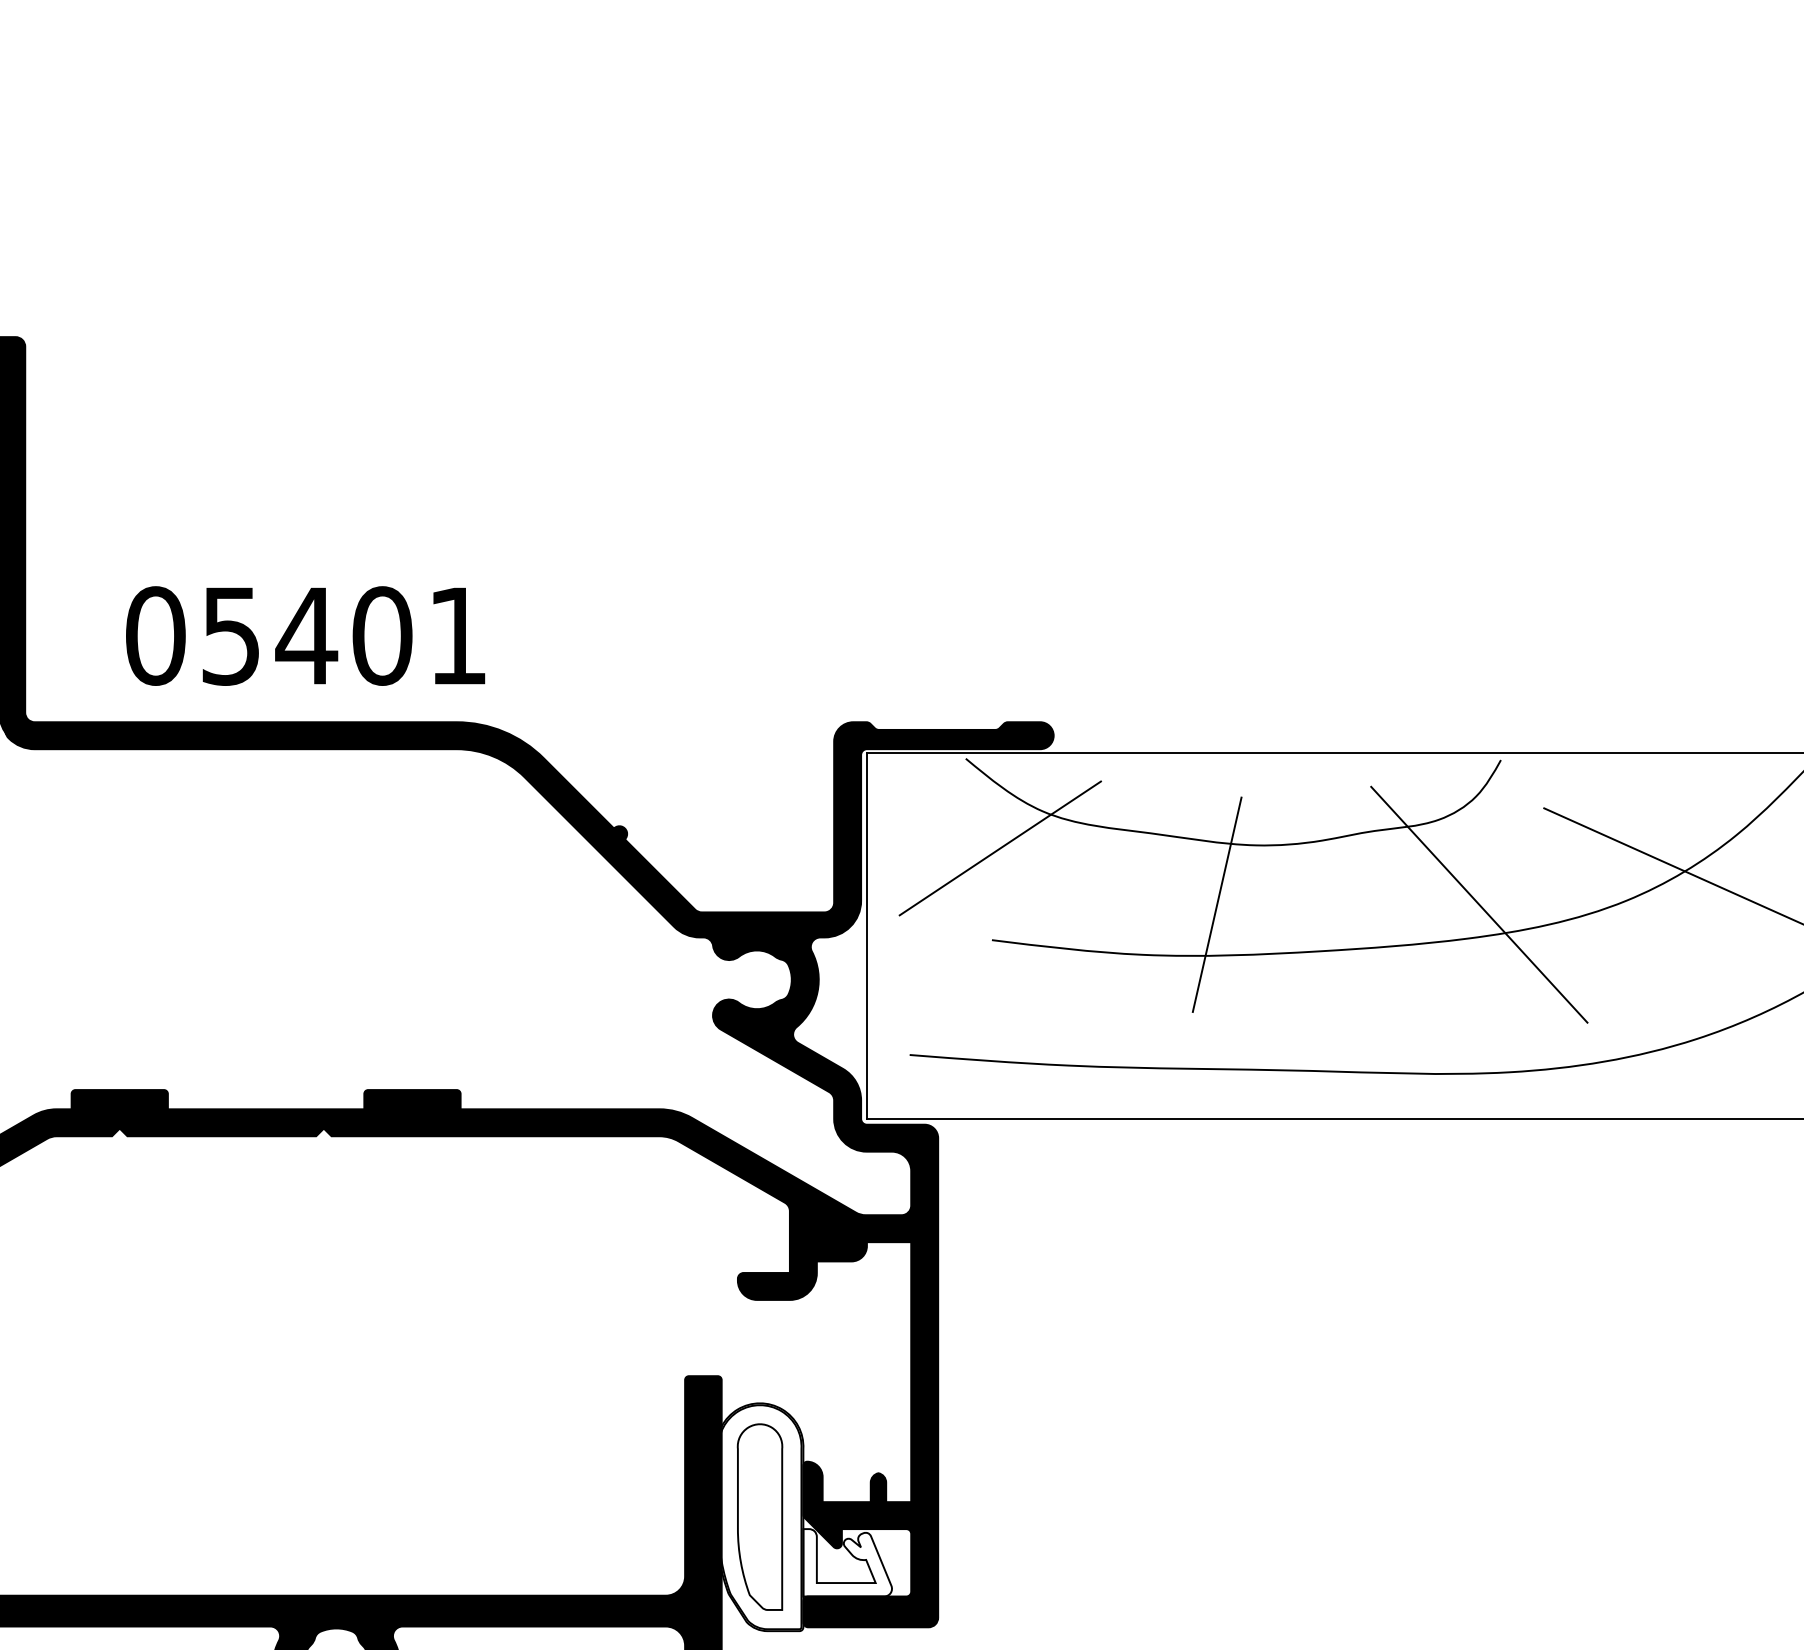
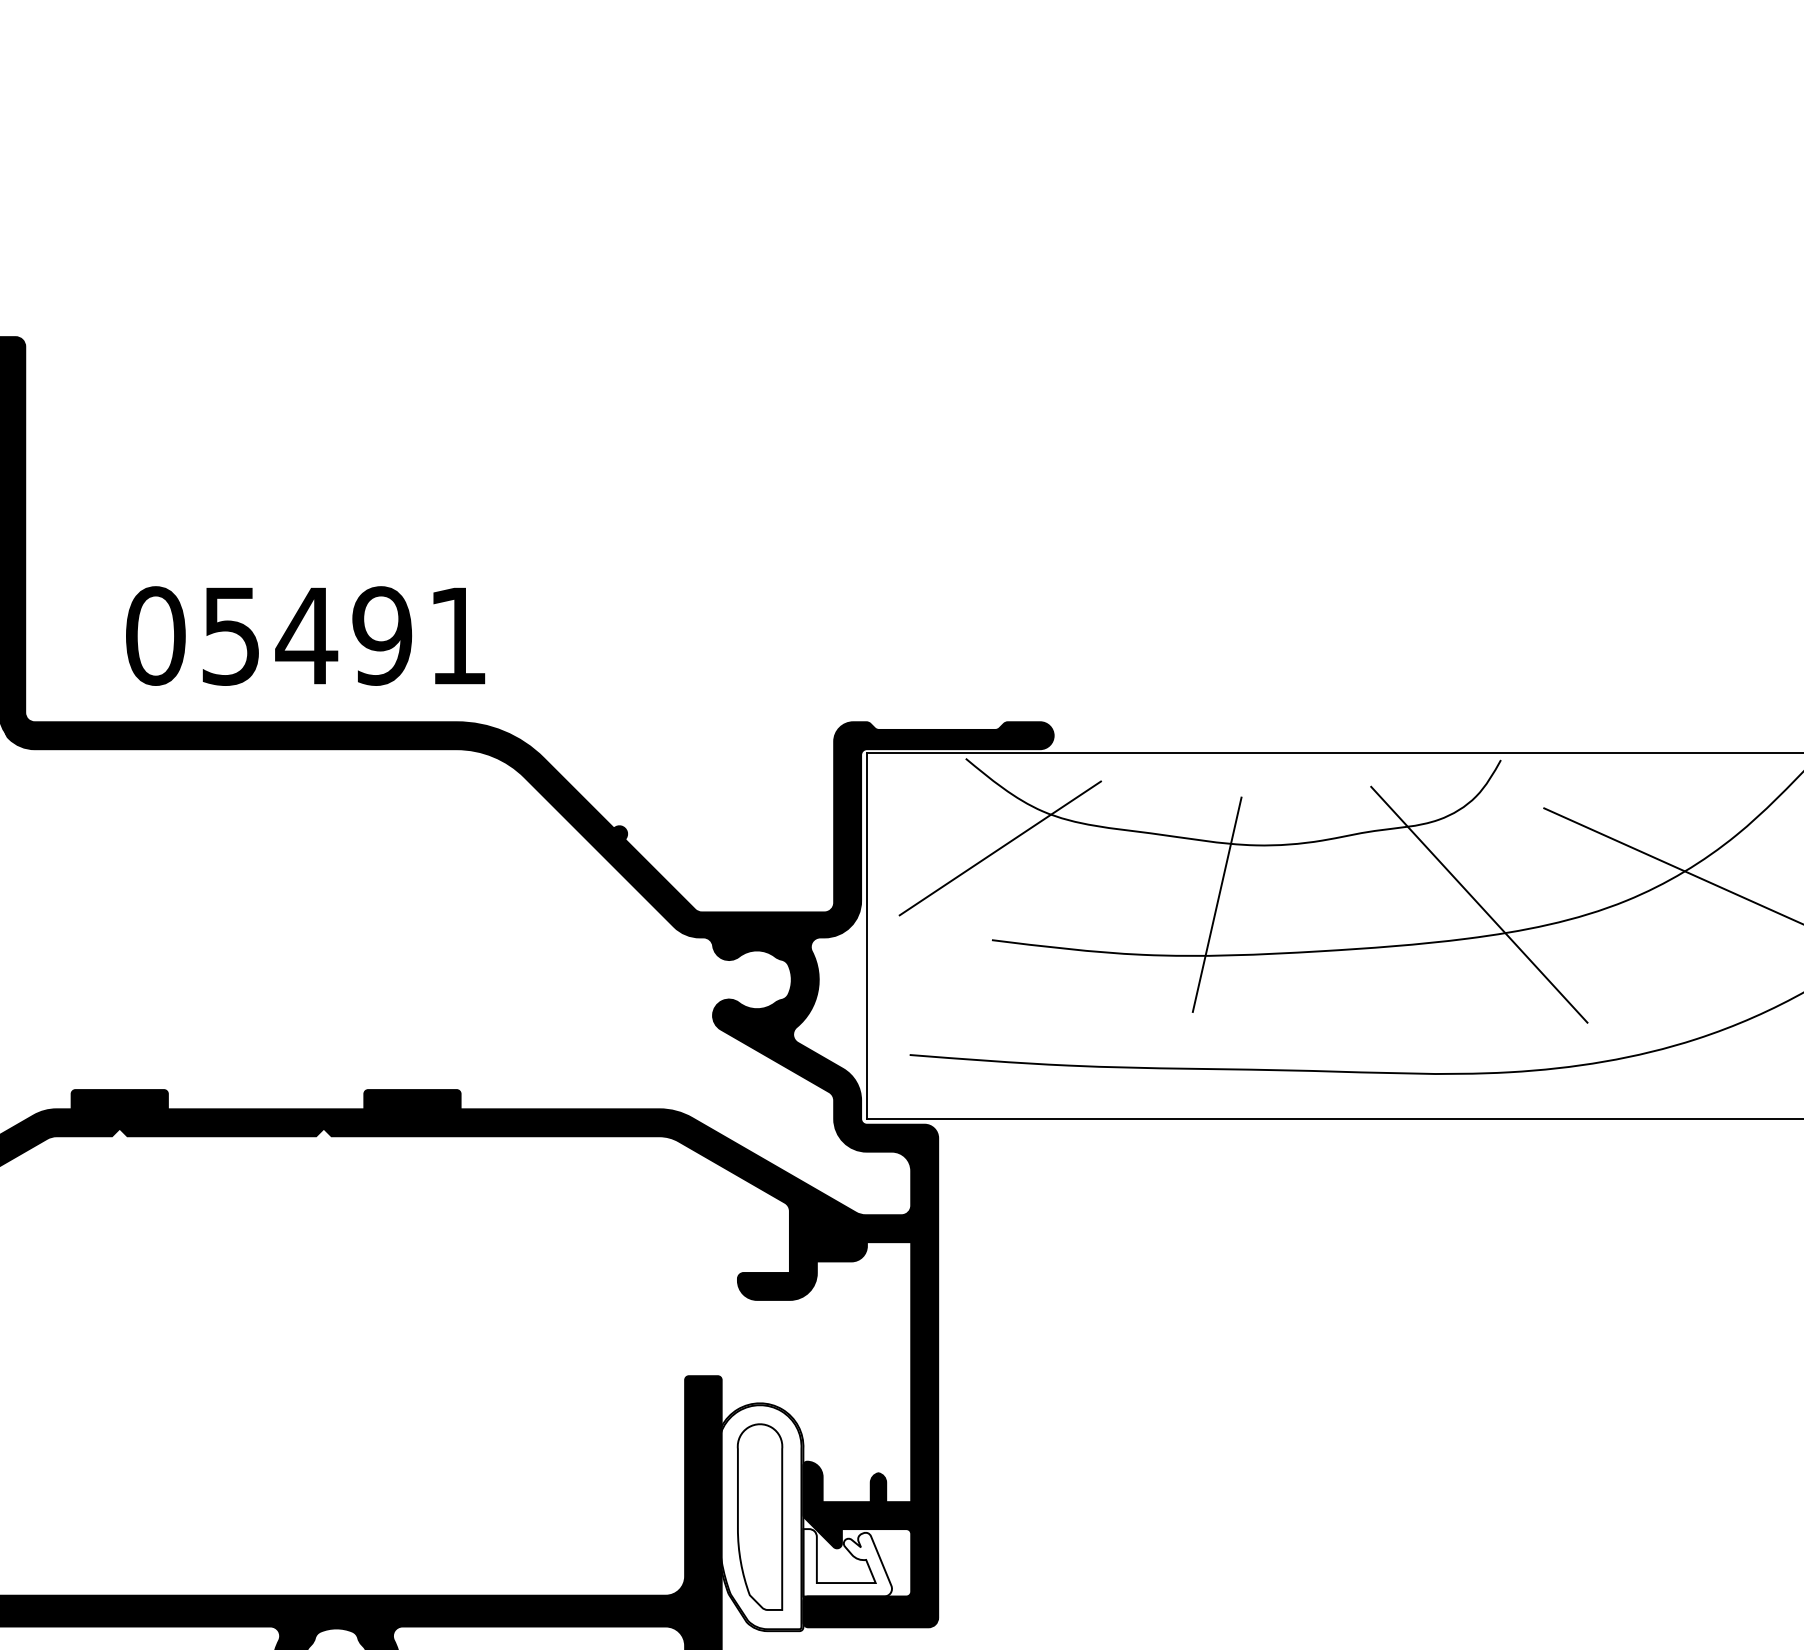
text at (382, 635): 05401 -> 05491
